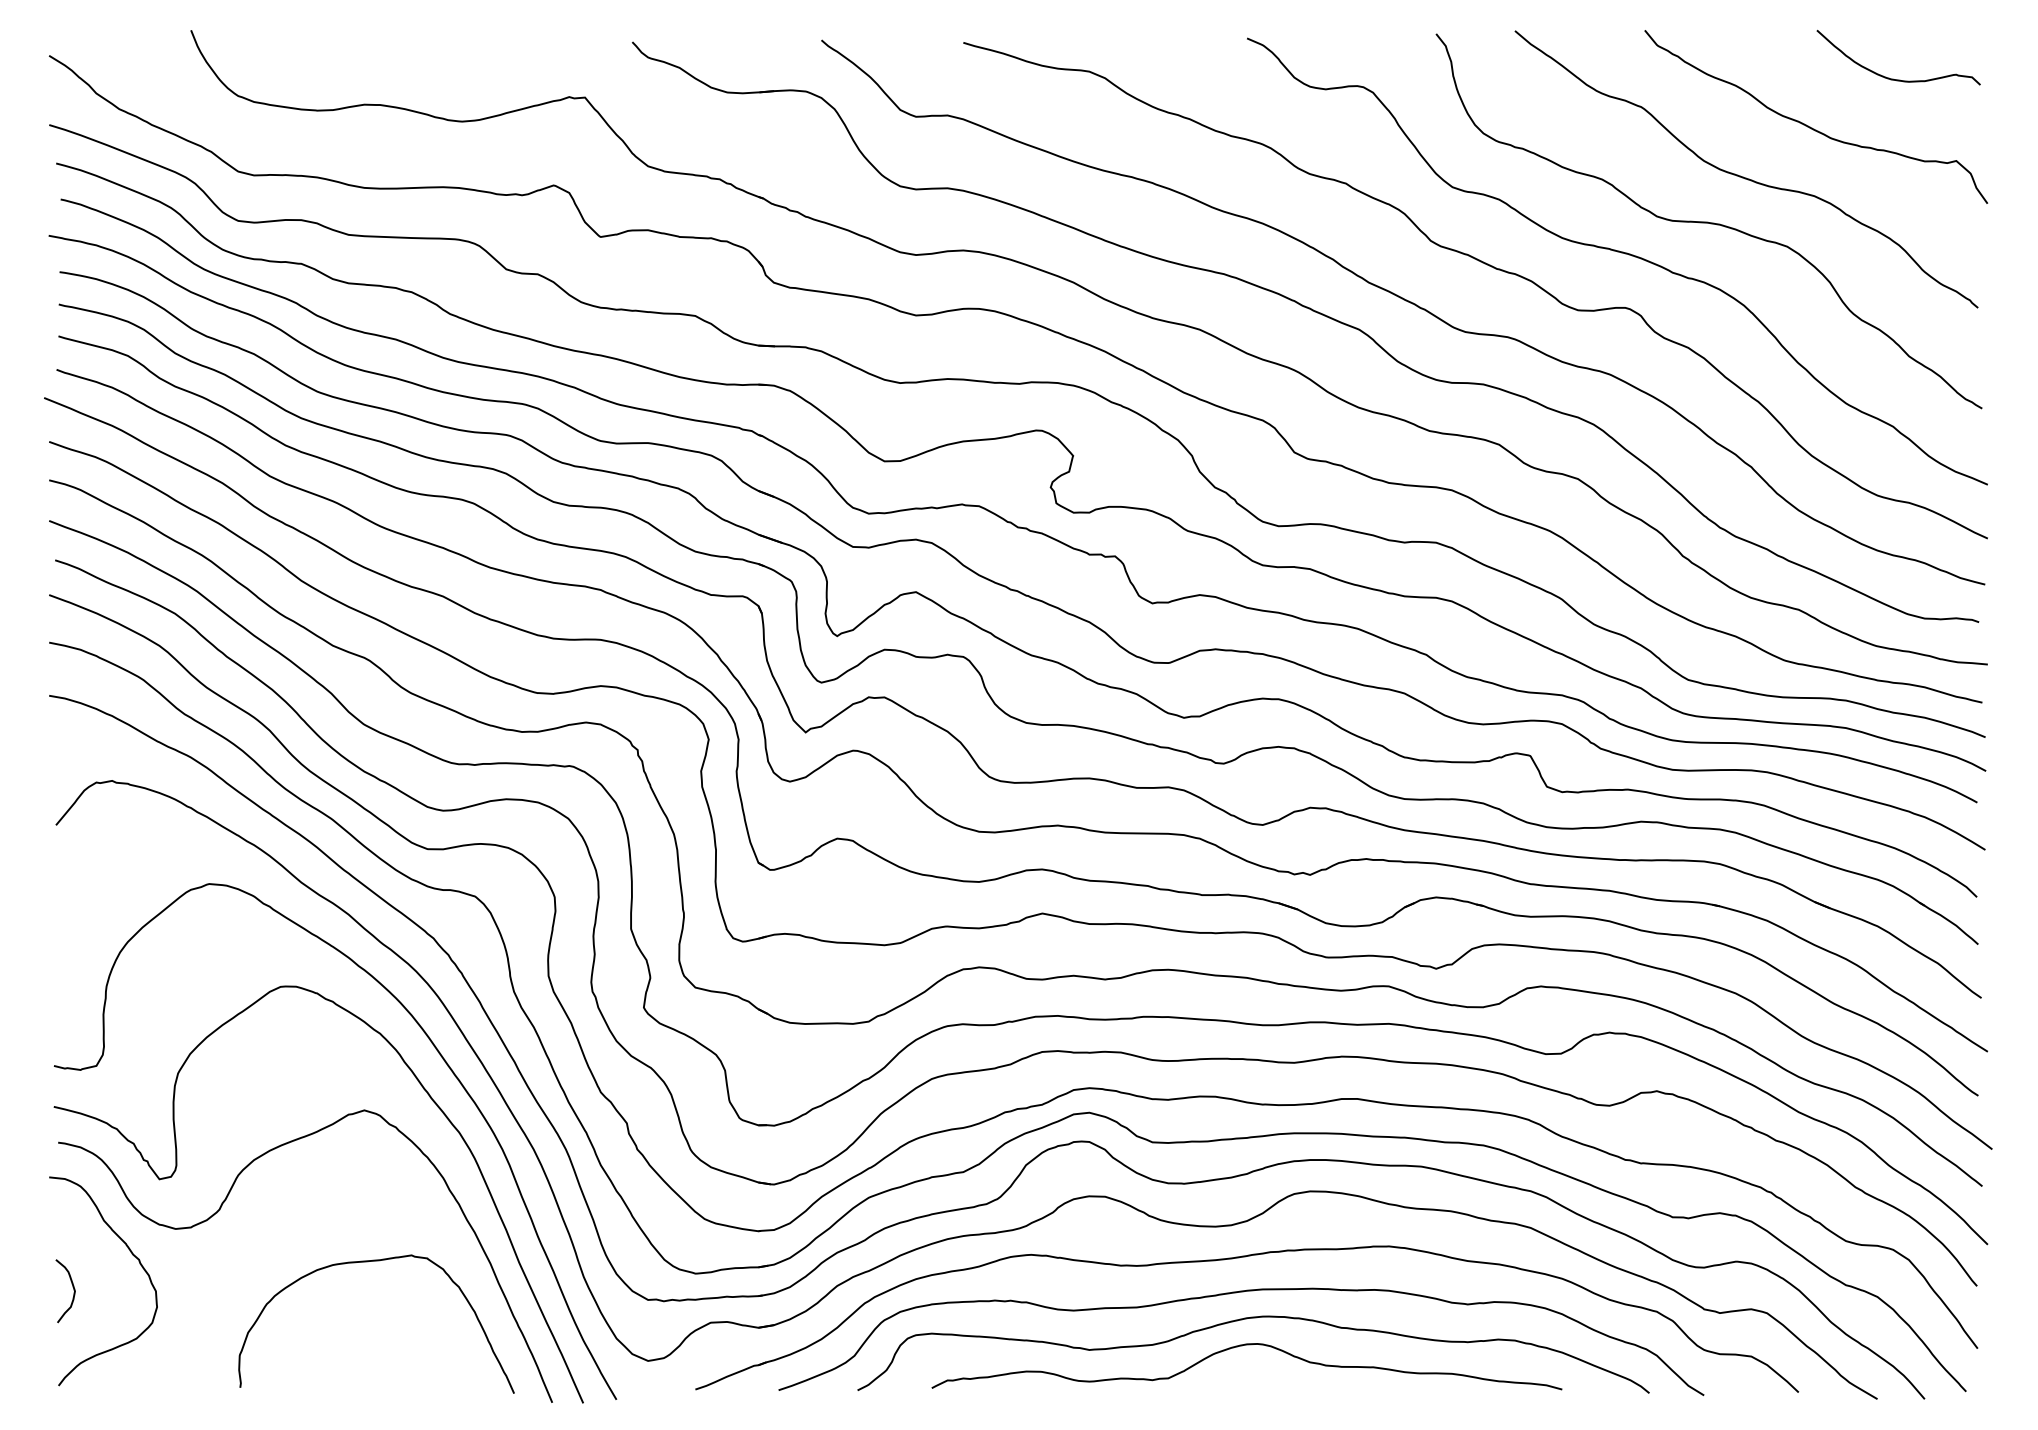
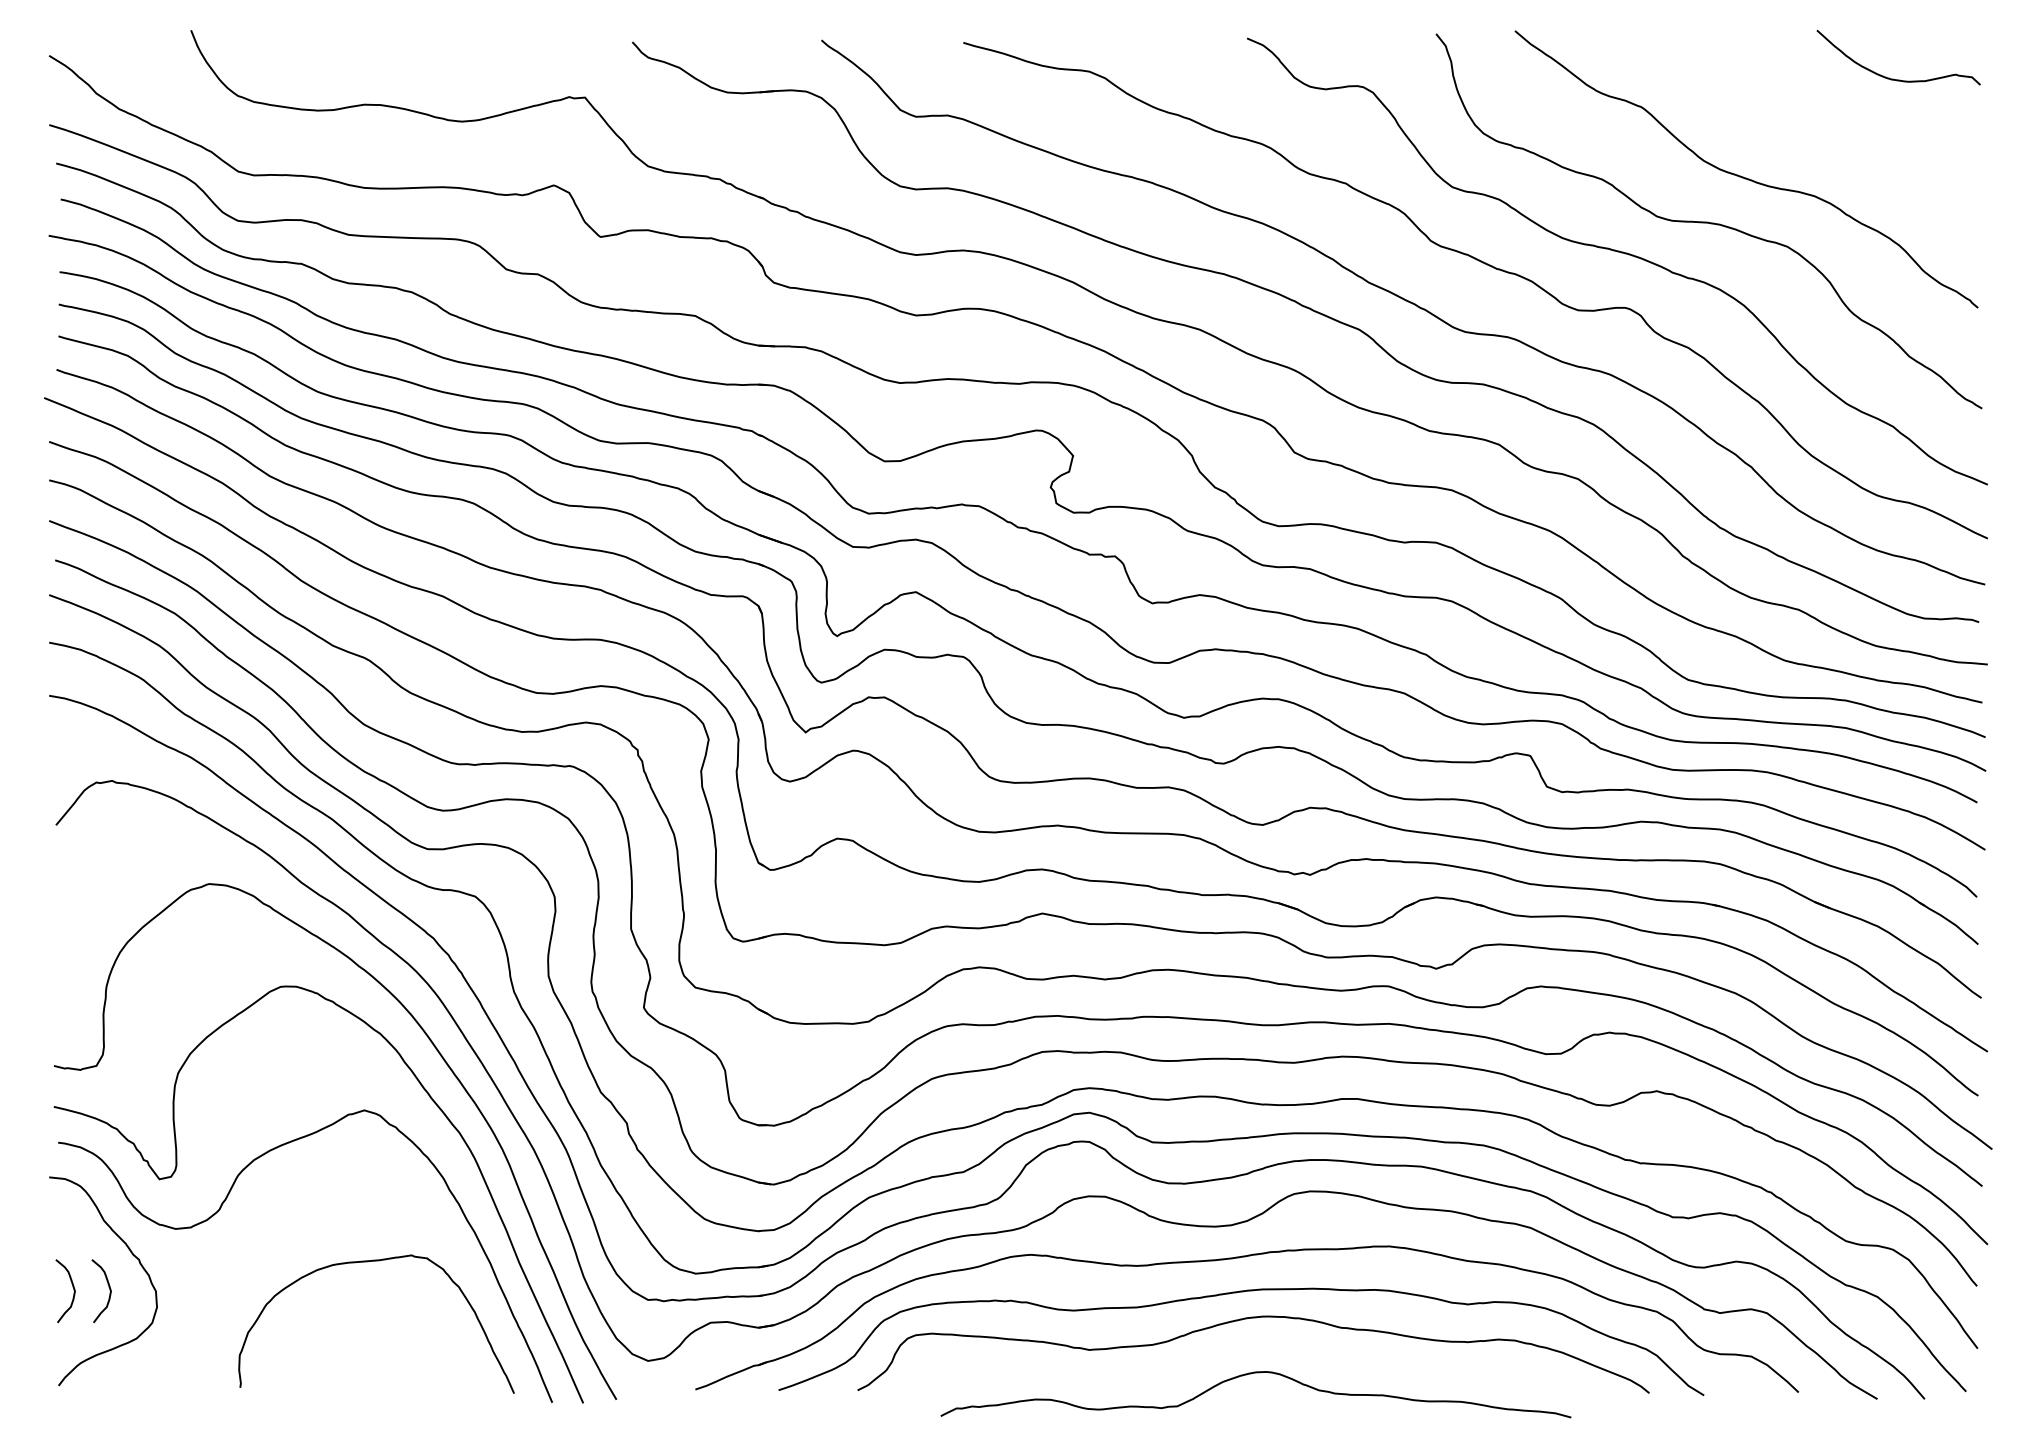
curve at (1810, 126): present -> none
curve at (108, 1287): none -> present
curve at (1242, 1346) position: (1242, 1346) -> (1251, 1374)
